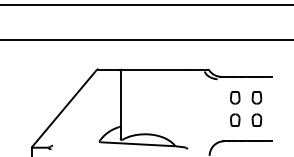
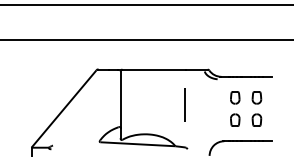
line at (184, 104): none -> present
